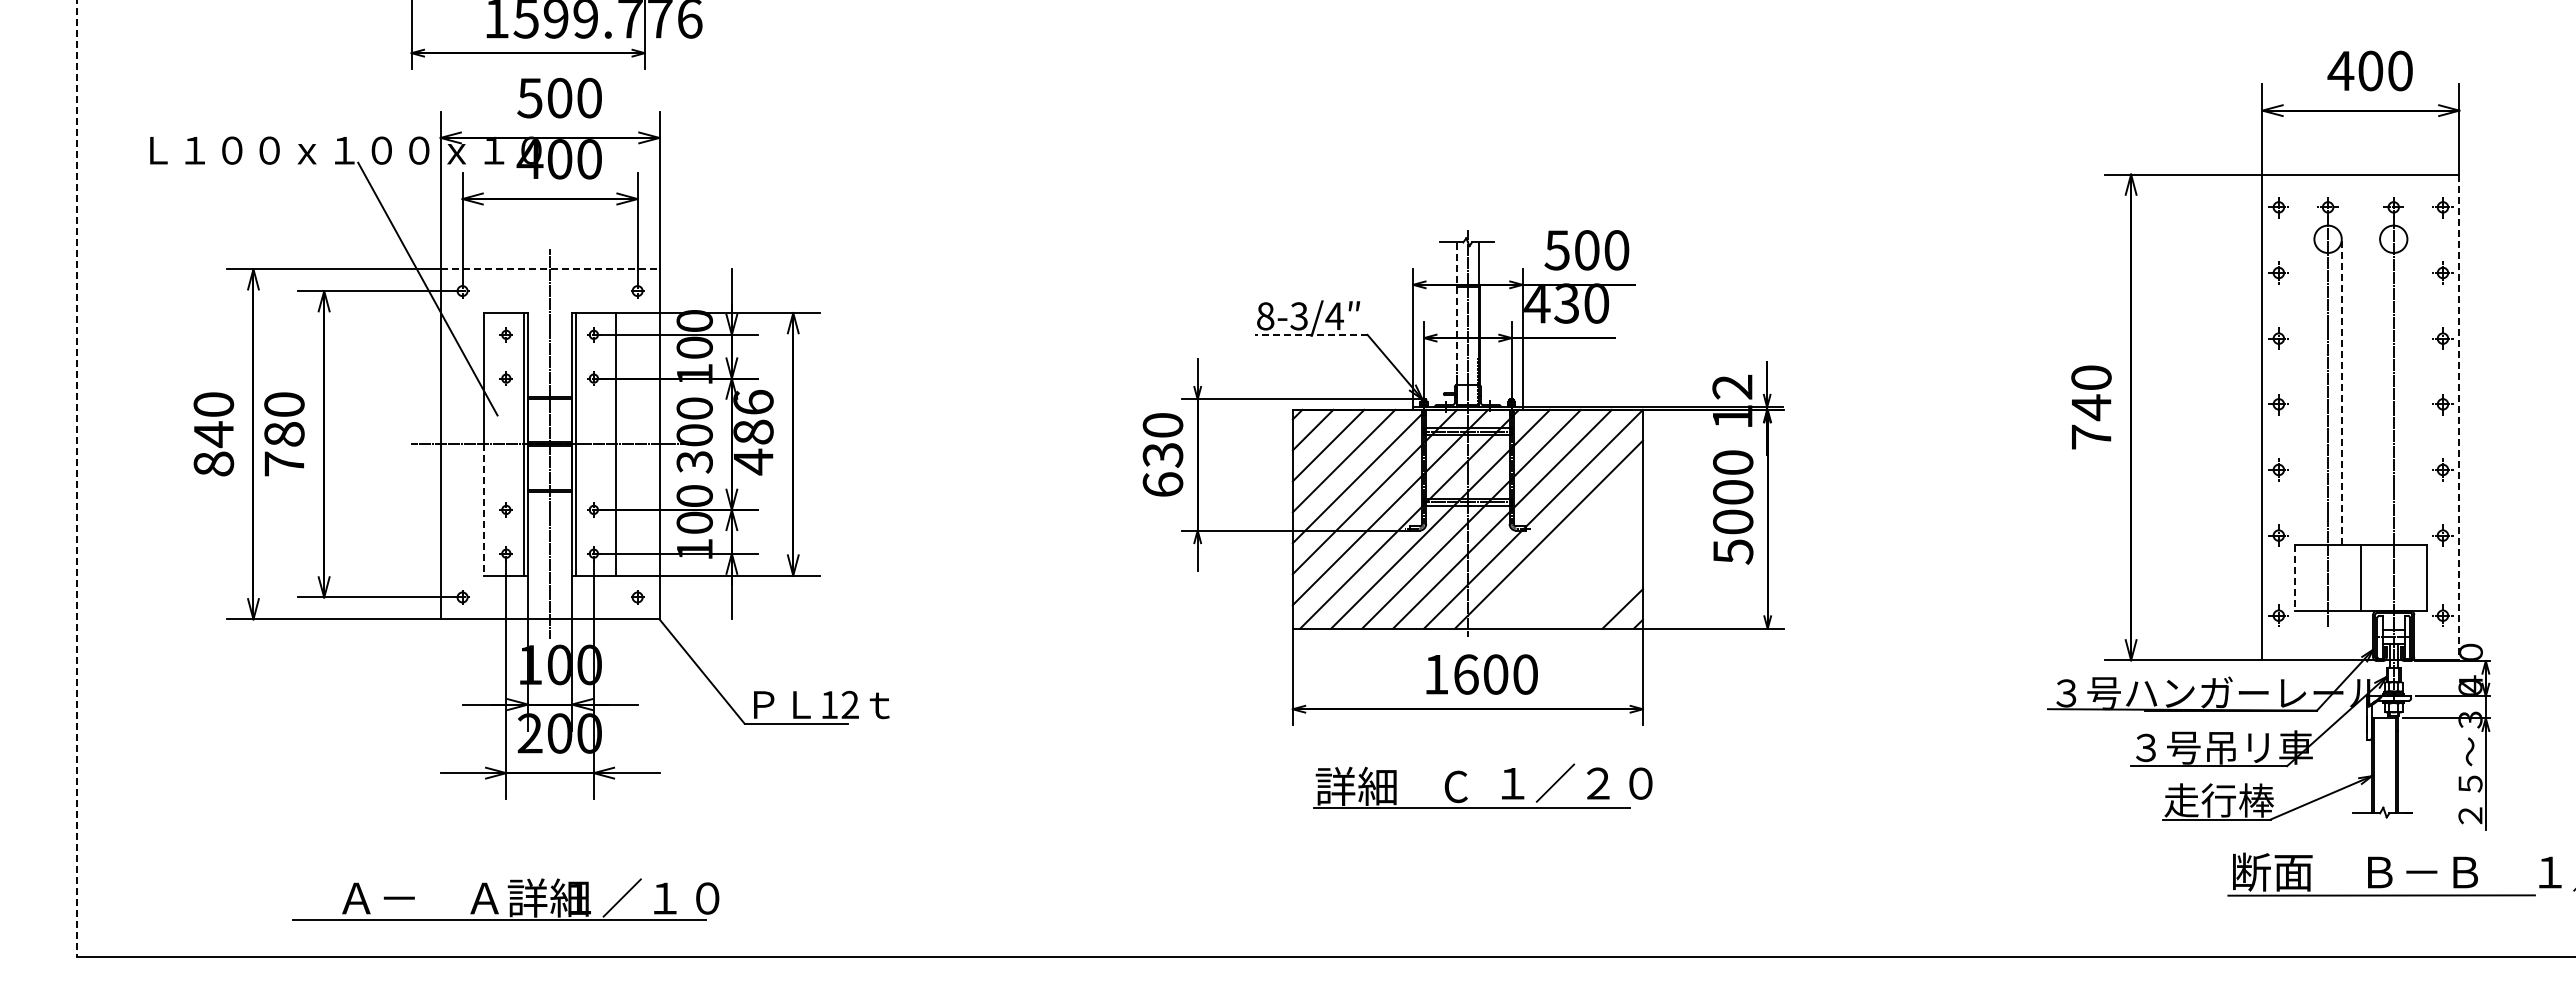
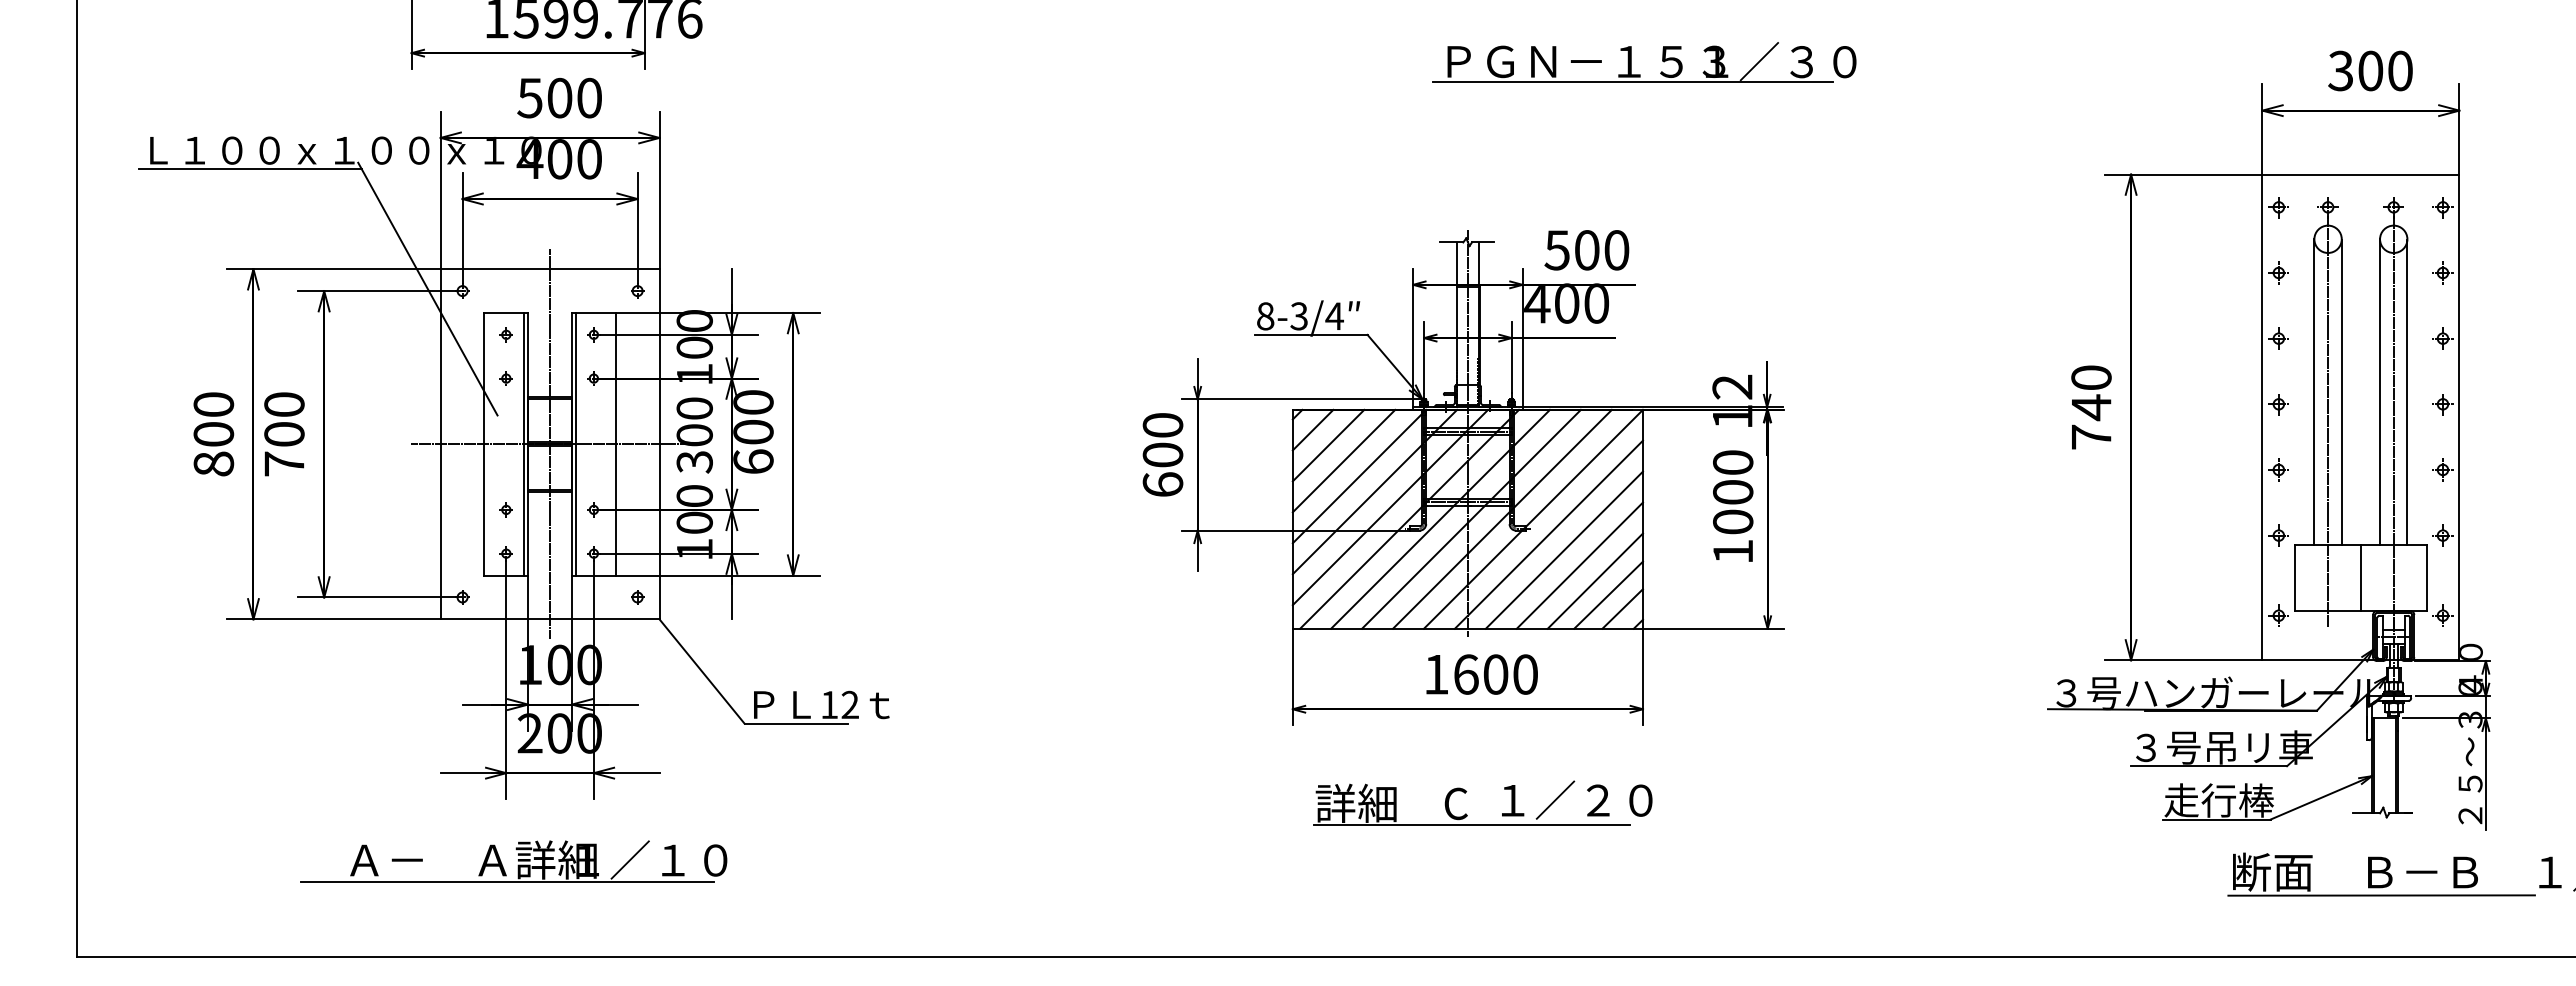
text at (2340, 70): 400 -> 300
part at (1640, 74): none -> present
line at (250, 169): none -> present
line at (550, 269): dashed -> solid
text at (1566, 303): 430 -> 400
line at (1456, 314): dashed -> solid
line at (1310, 334): dashed -> solid
line at (2314, 392): none -> present
line at (2341, 392): dashed -> solid
line at (2380, 392): none -> present
line at (2407, 392): none -> present
line at (2459, 417): dashed -> solid
text at (753, 432): 486 -> 600
text at (213, 434): 840 -> 800
text at (284, 434): 780 -> 700
text at (1162, 454): 630 -> 600
line at (77, 478): dashed -> solid
line at (484, 509): dashed -> solid
line at (1563, 549): none -> present
text at (1733, 551): 5000 -> 1000
line at (1579, 565): none -> present
line at (2295, 578): dashed -> solid
line at (1594, 580): none -> present
line at (1608, 594): none -> present
part at (1466, 775) position: (1466, 775) -> (1466, 792)
part at (505, 899) position: (505, 899) -> (513, 861)
